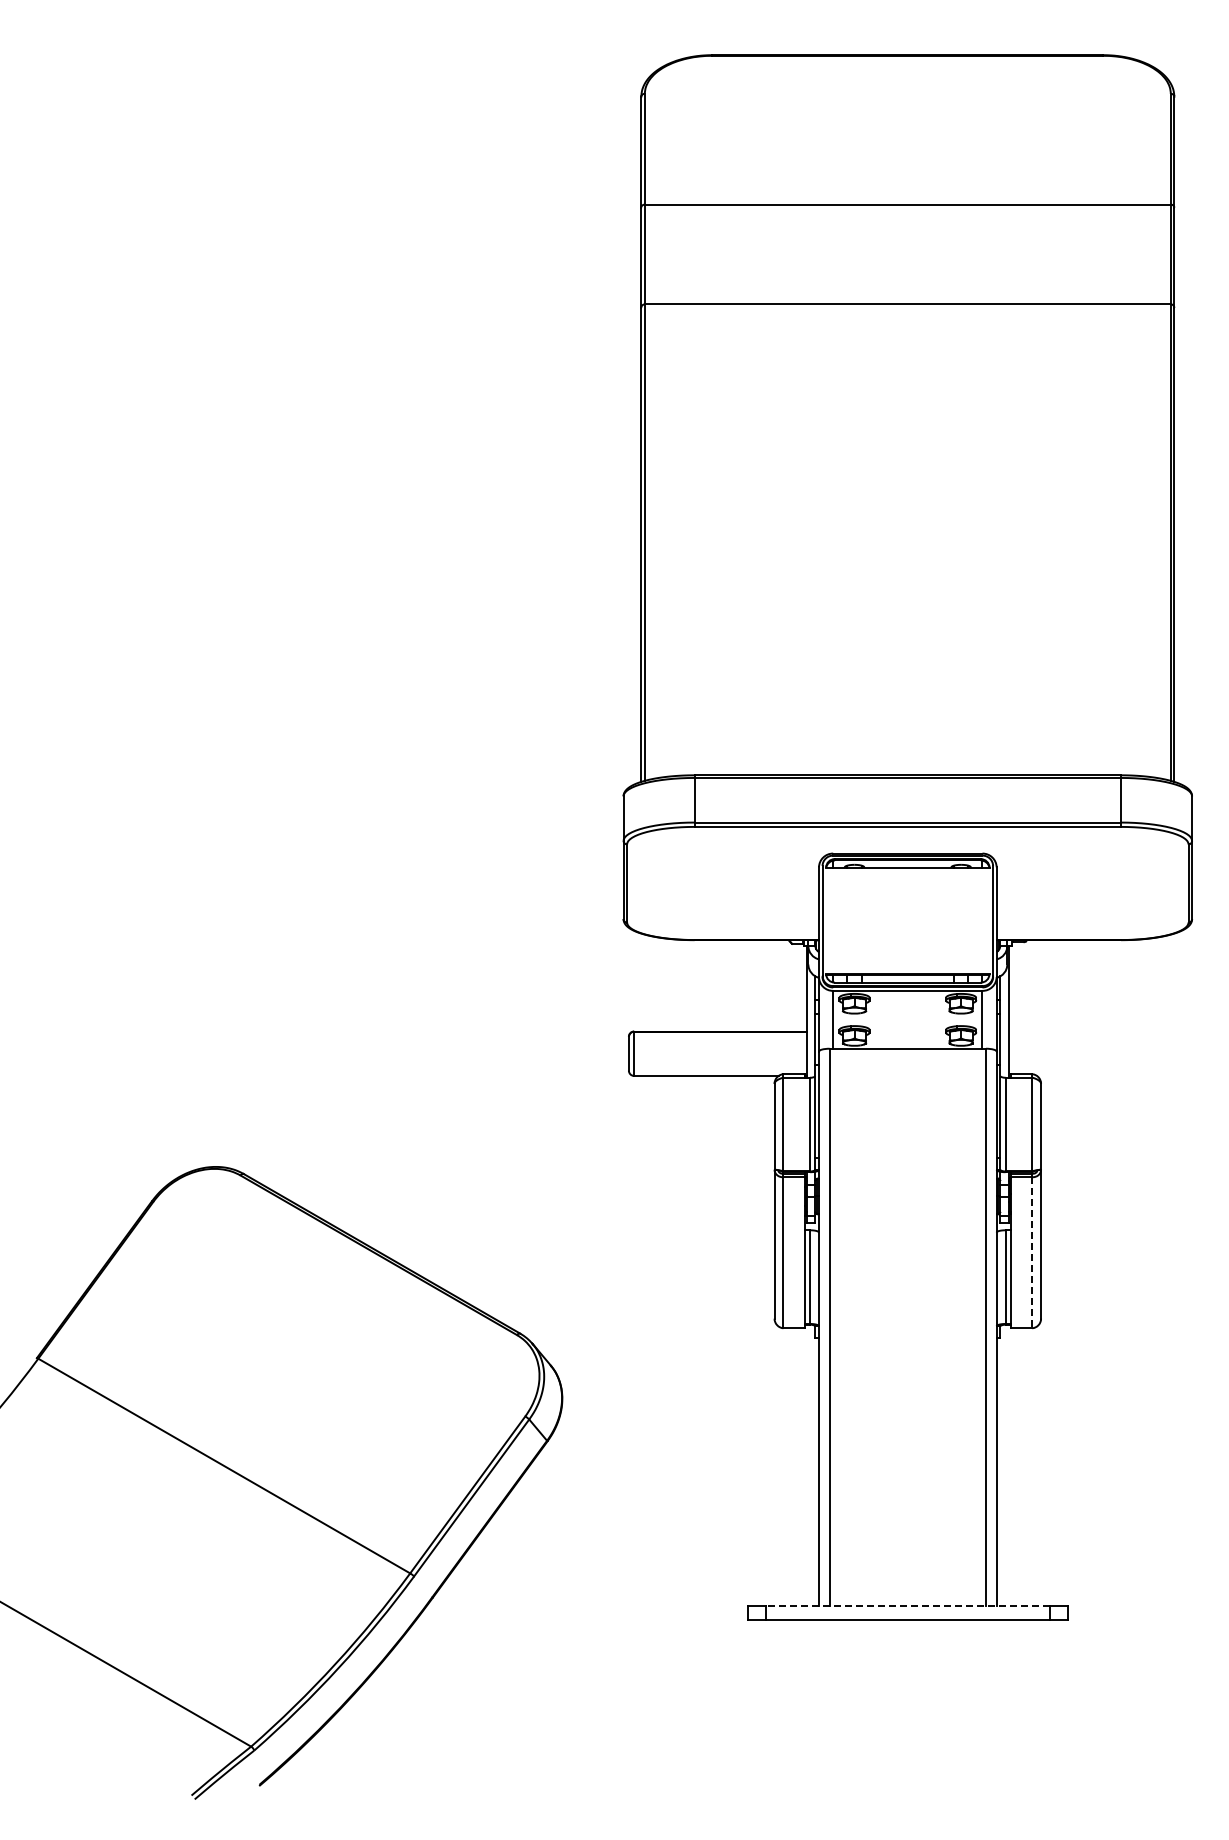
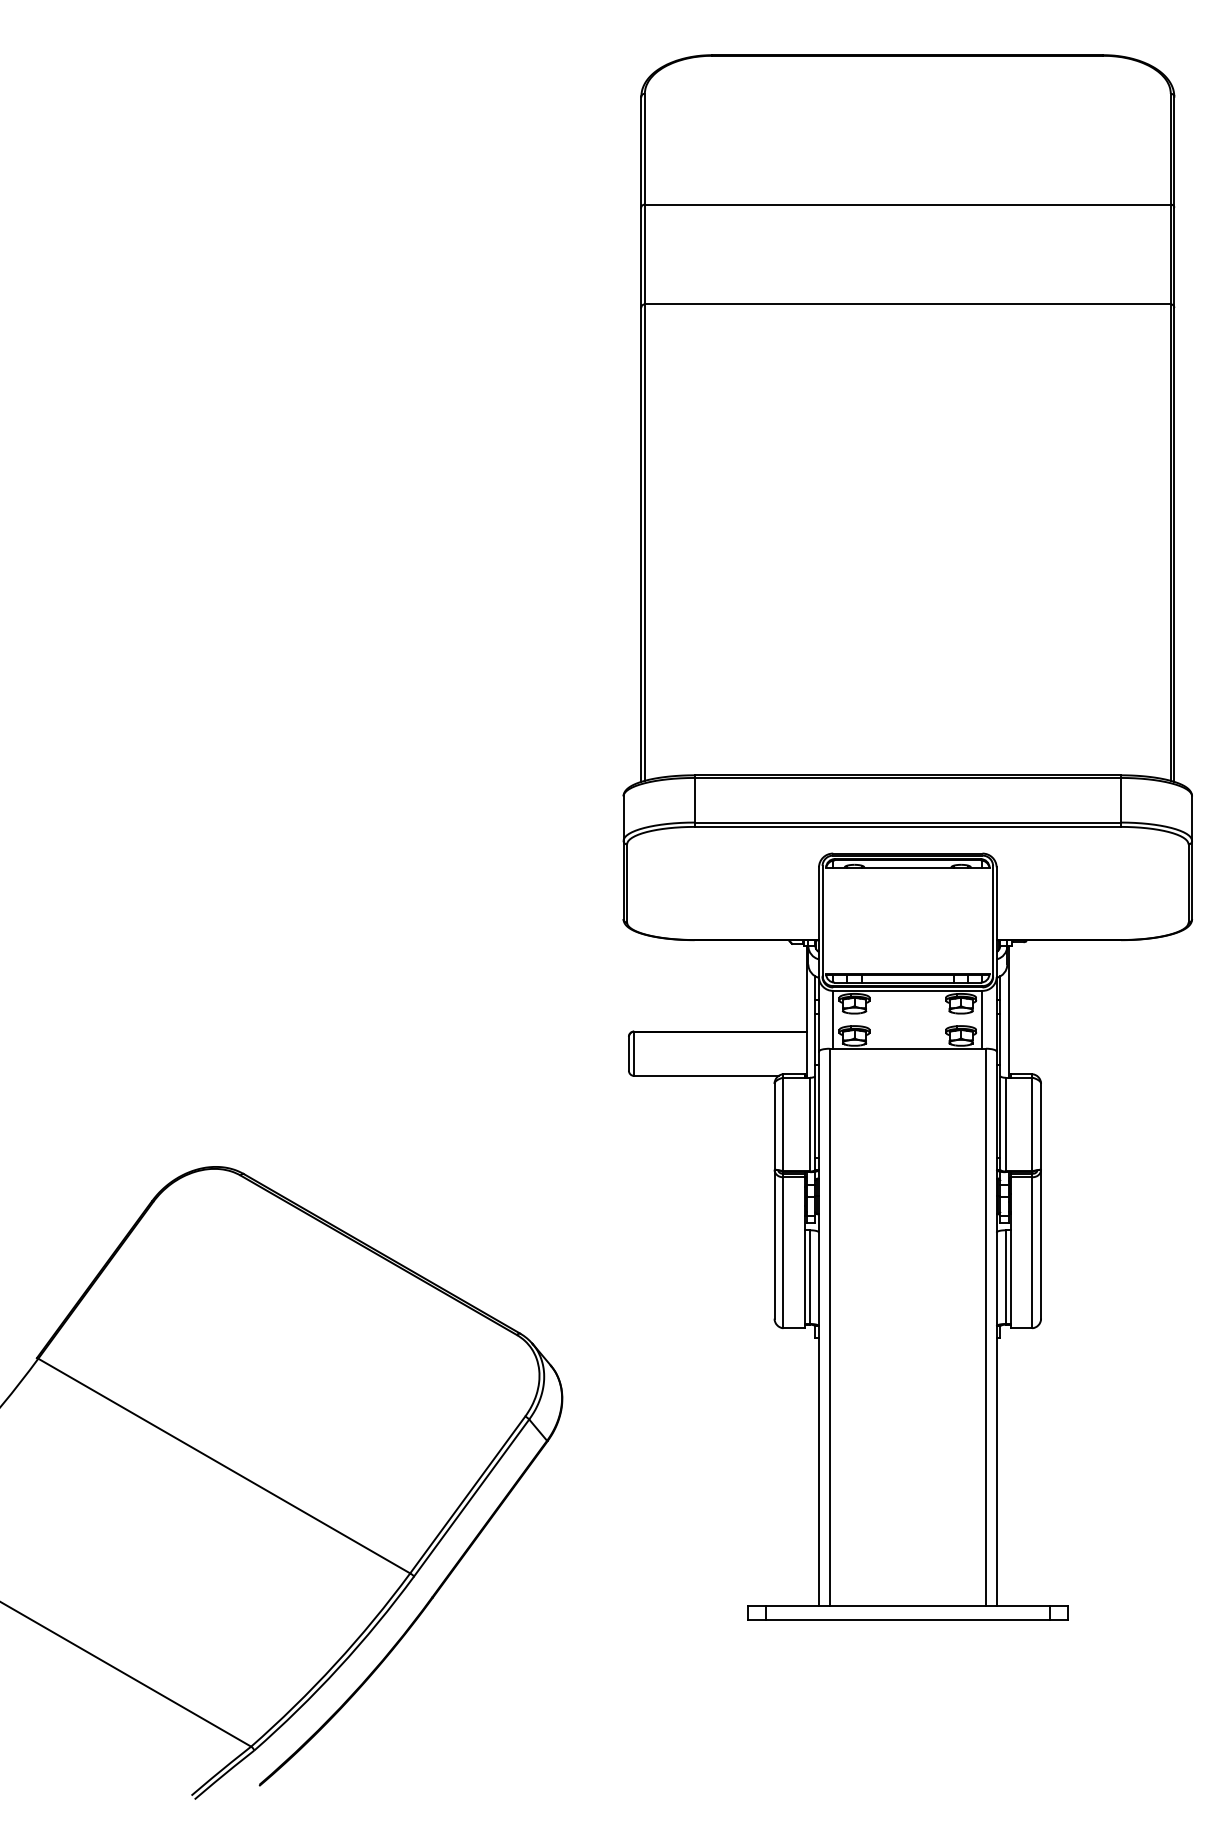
line at (1032, 1252): dashed -> solid
line at (907, 1605): dashed -> solid
